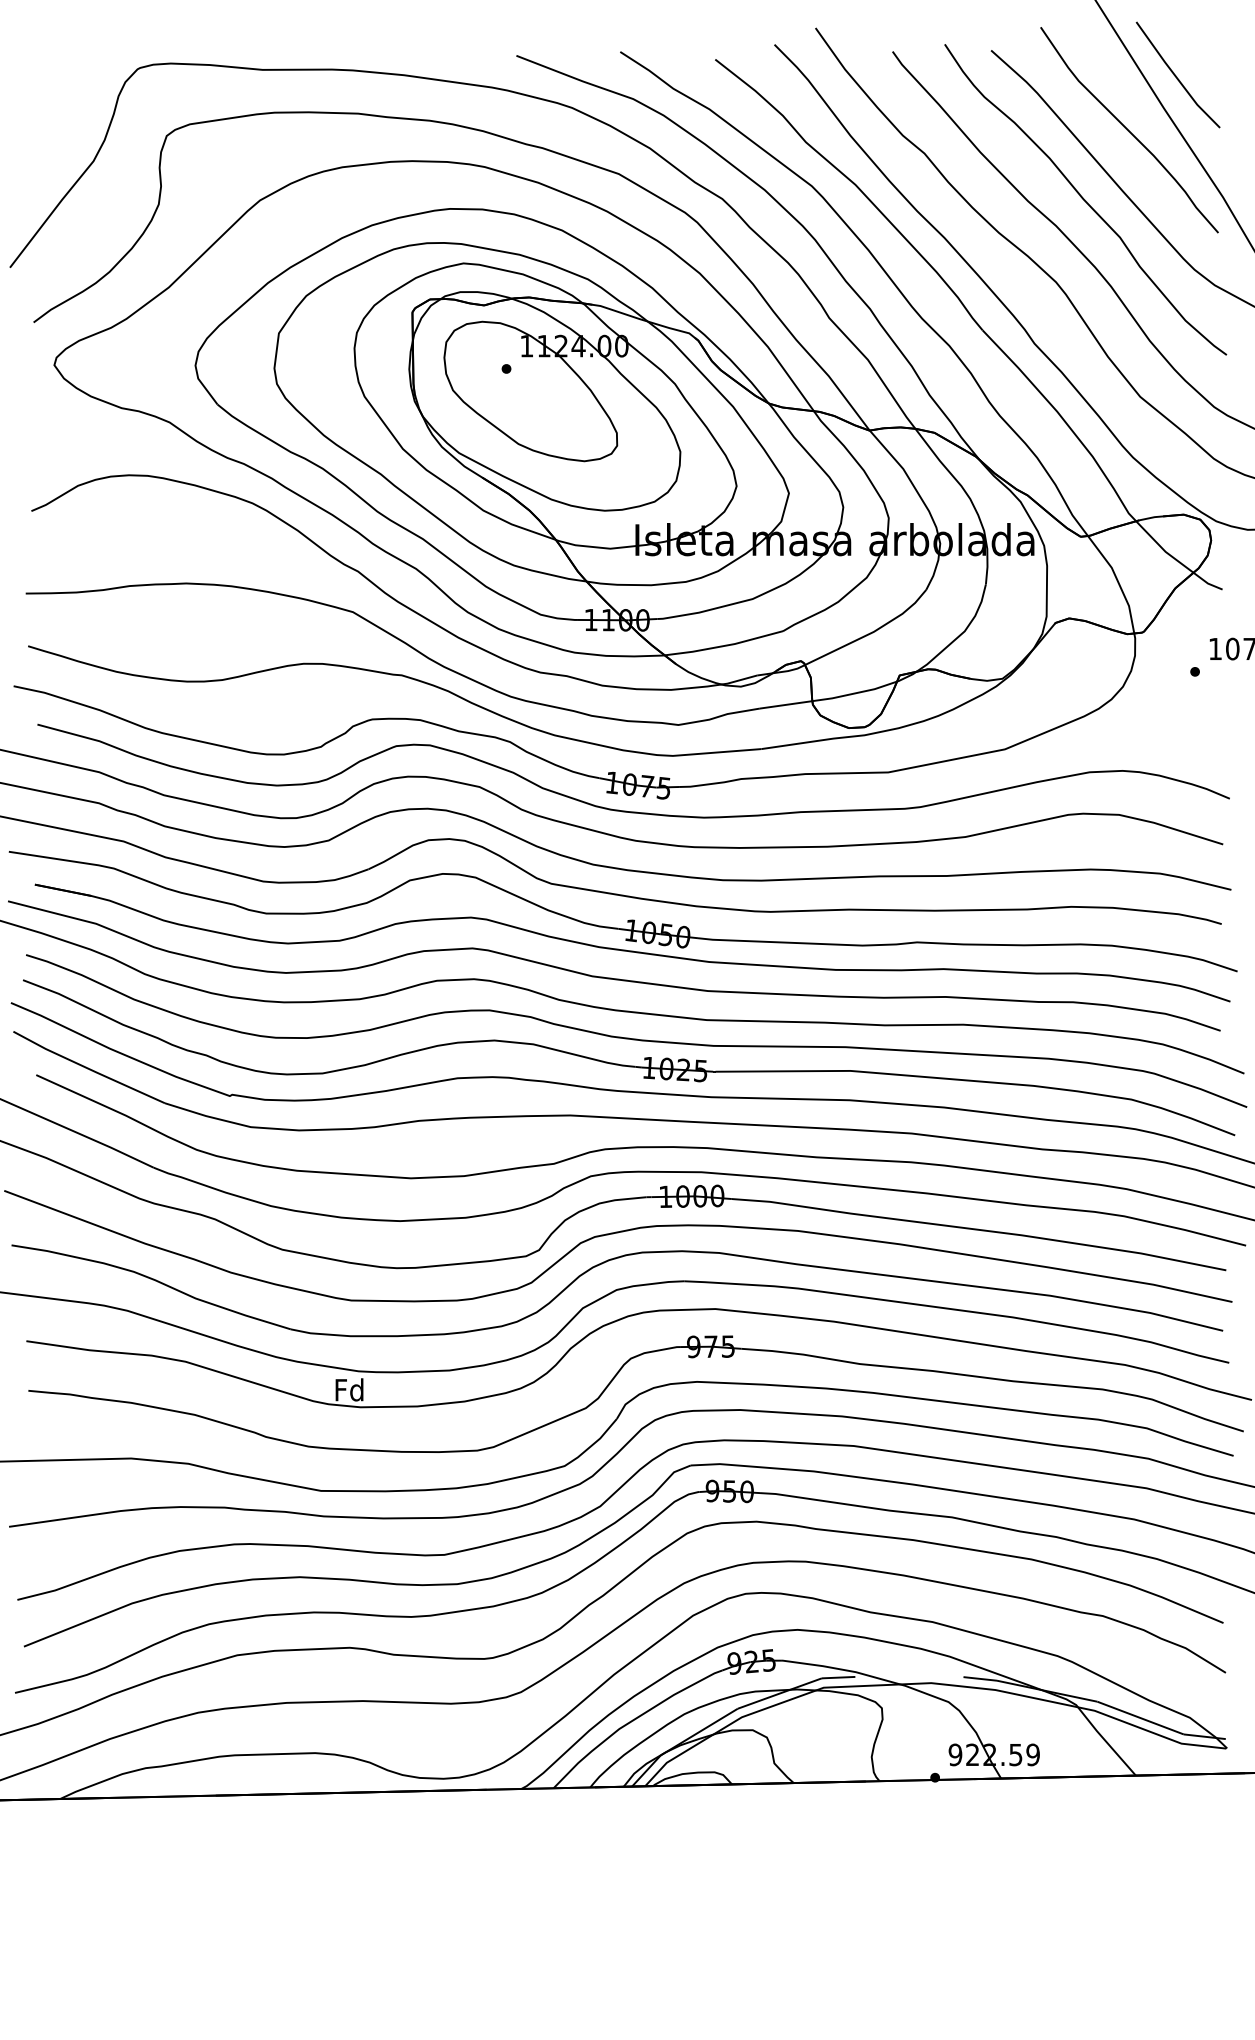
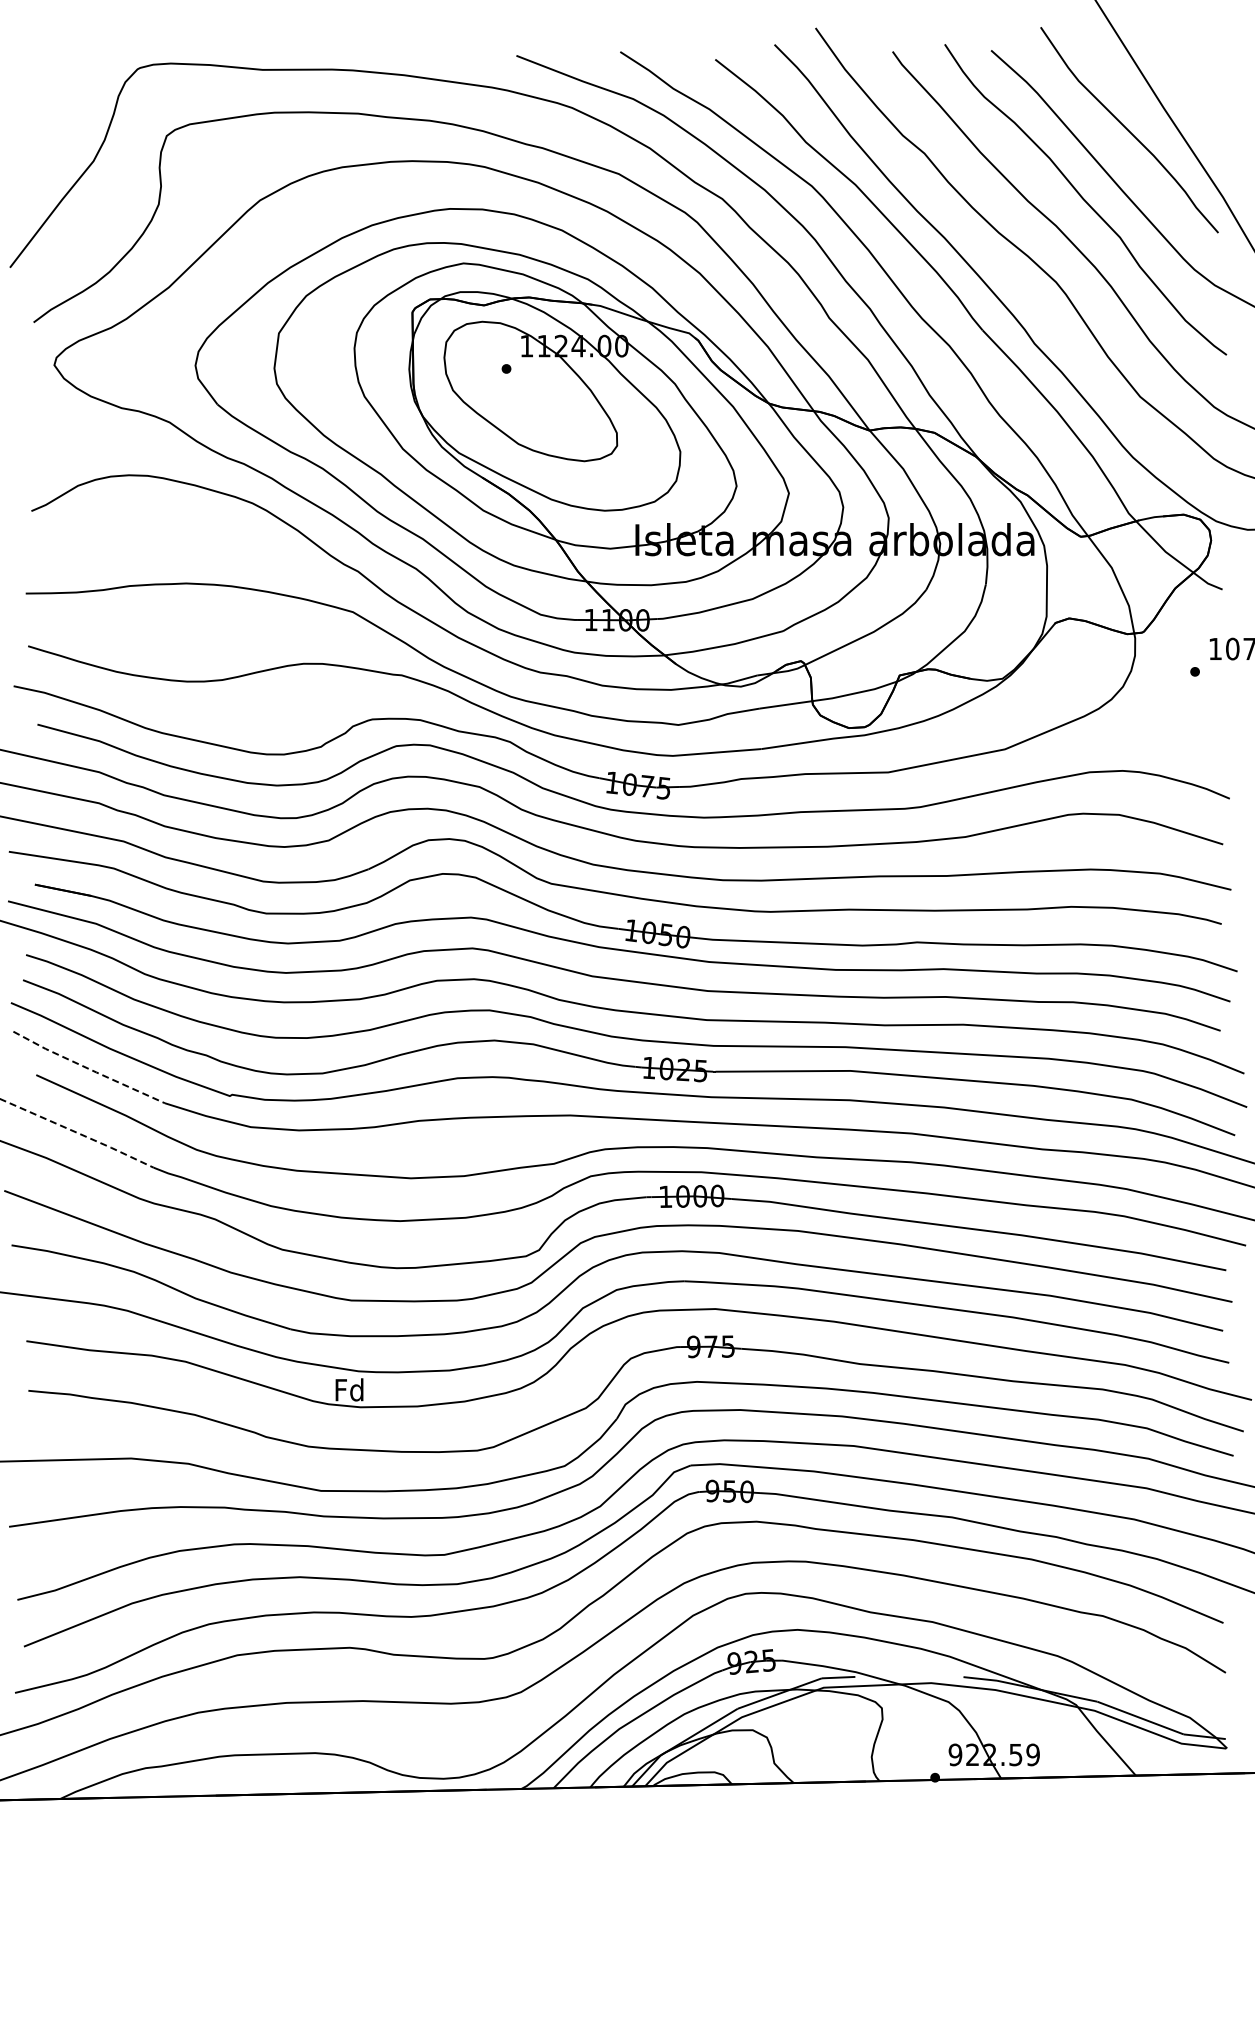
line at (1176, 75): present -> none
line at (89, 1069): solid -> dashed
line at (78, 1133): solid -> dashed
